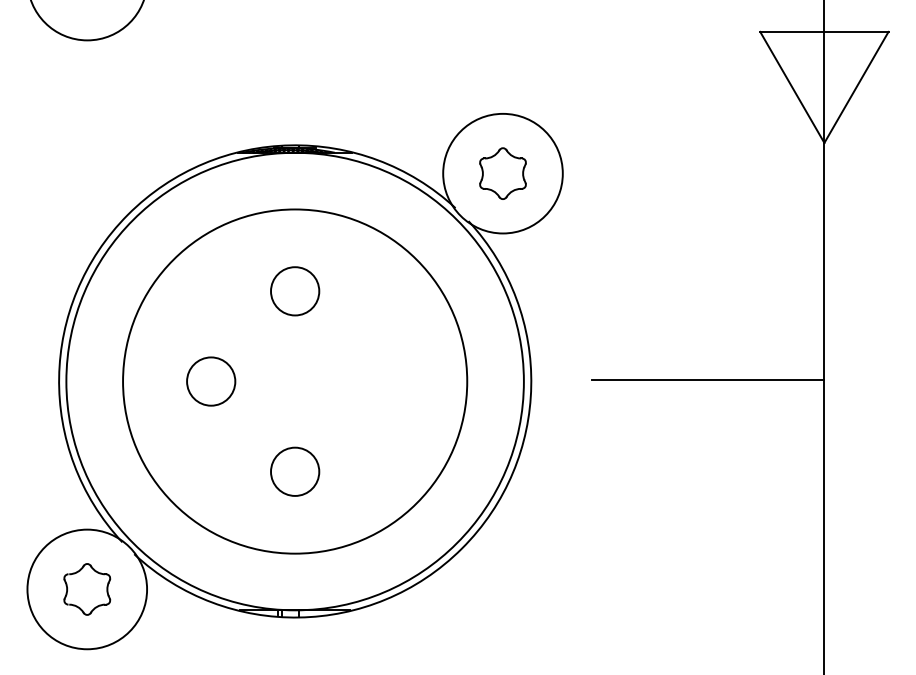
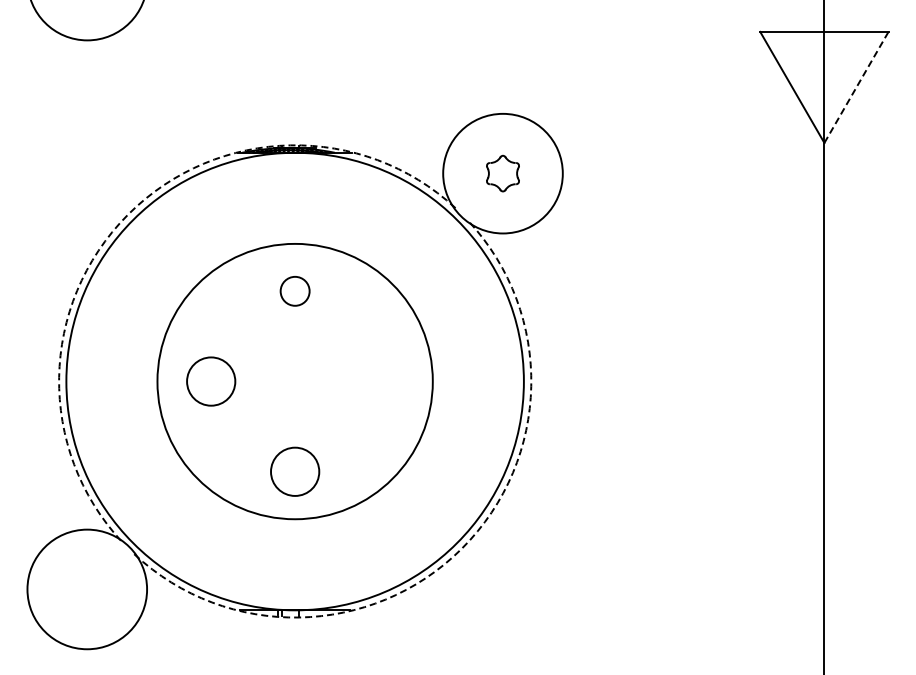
line at (856, 87): solid -> dashed
part at (502, 173) size: 48x53 px -> 34x39 px
arc at (128, 214): solid -> dashed
circle at (295, 291) diameter: 48 px -> 29 px
line at (708, 380): present -> none
circle at (295, 381) diameter: 344 px -> 275 px
arc at (461, 548): solid -> dashed
part at (87, 589): present -> none
